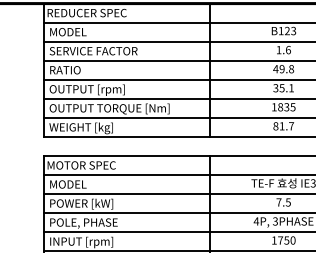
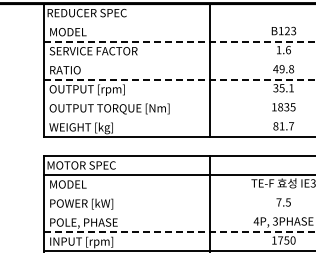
line at (178, 22): present -> none
line at (180, 41): solid -> dashed
line at (178, 60): present -> none
line at (180, 79): solid -> dashed
line at (178, 98): present -> none
line at (178, 117): present -> none
line at (178, 194): present -> none
line at (178, 213): present -> none
line at (180, 232): solid -> dashed
